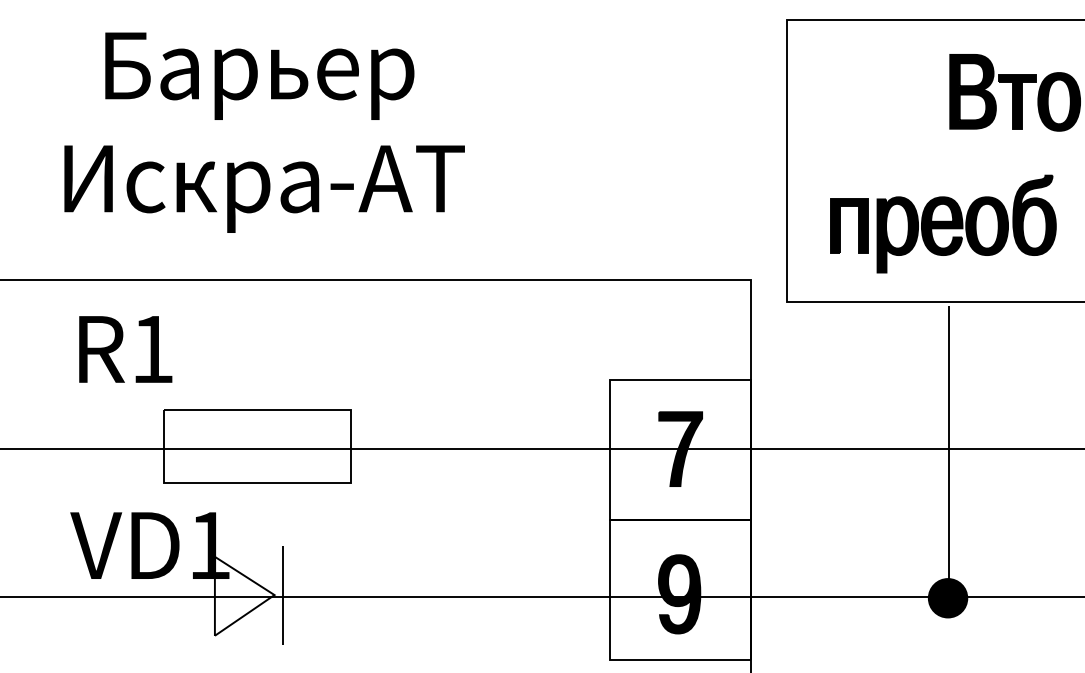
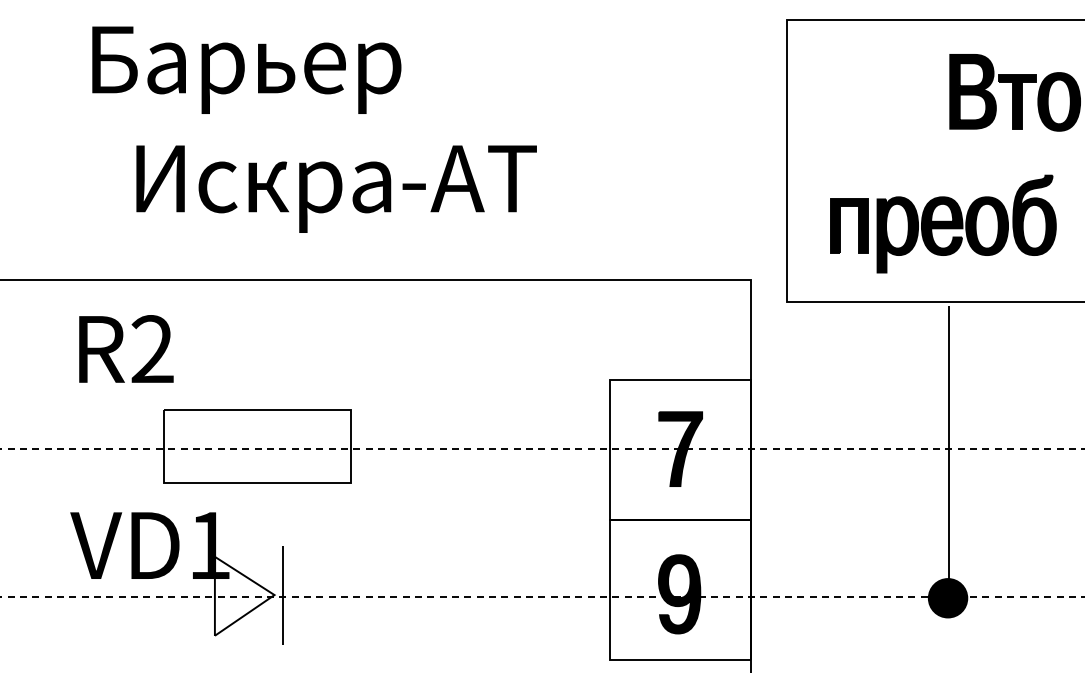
text at (259, 75) position: (259, 75) -> (246, 69)
text at (264, 188) position: (264, 188) -> (336, 188)
text at (152, 348): R1 -> R2
line at (542, 449): solid -> dashed
line at (542, 596): solid -> dashed
